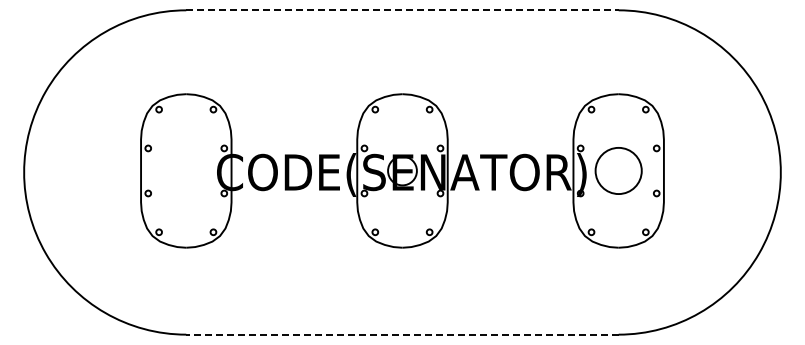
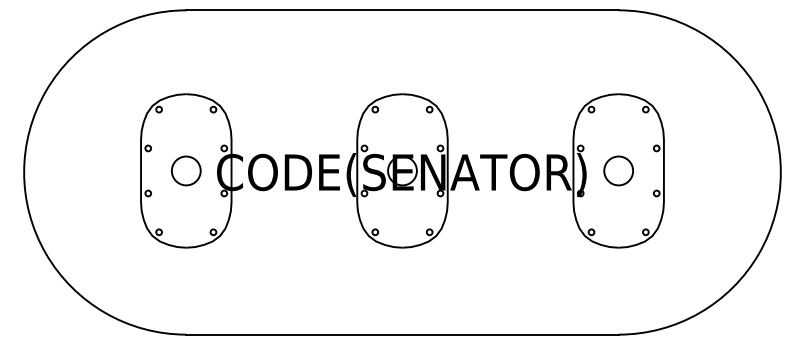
line at (402, 10): dashed -> solid
circle at (186, 170): none -> present
circle at (618, 170) diameter: 46 px -> 29 px
line at (402, 334): dashed -> solid
